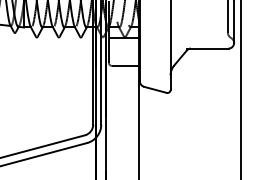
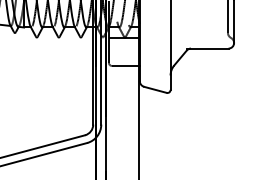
line at (240, 89): present -> none
